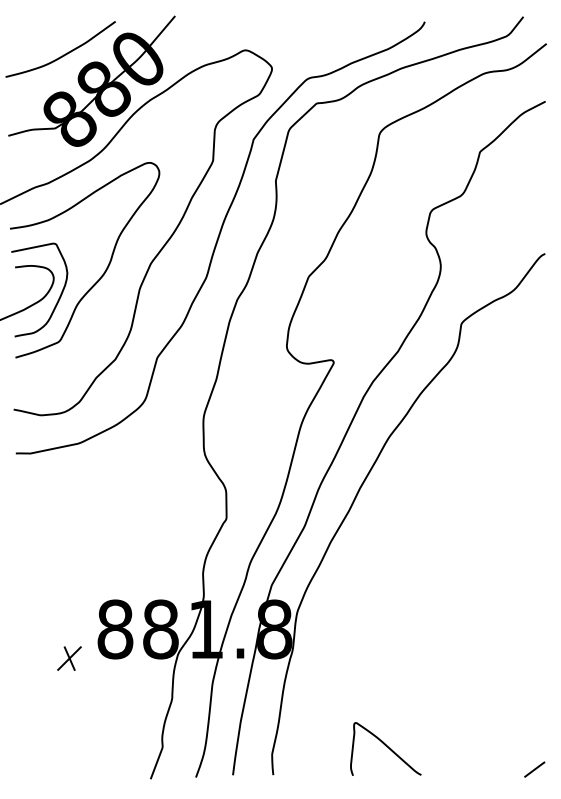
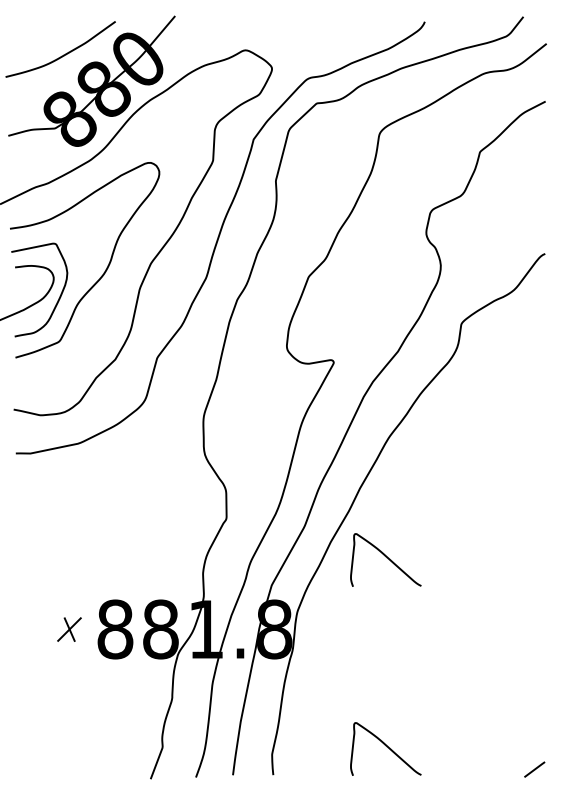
curve at (385, 557): none -> present
part at (69, 658) position: (69, 658) -> (69, 629)
